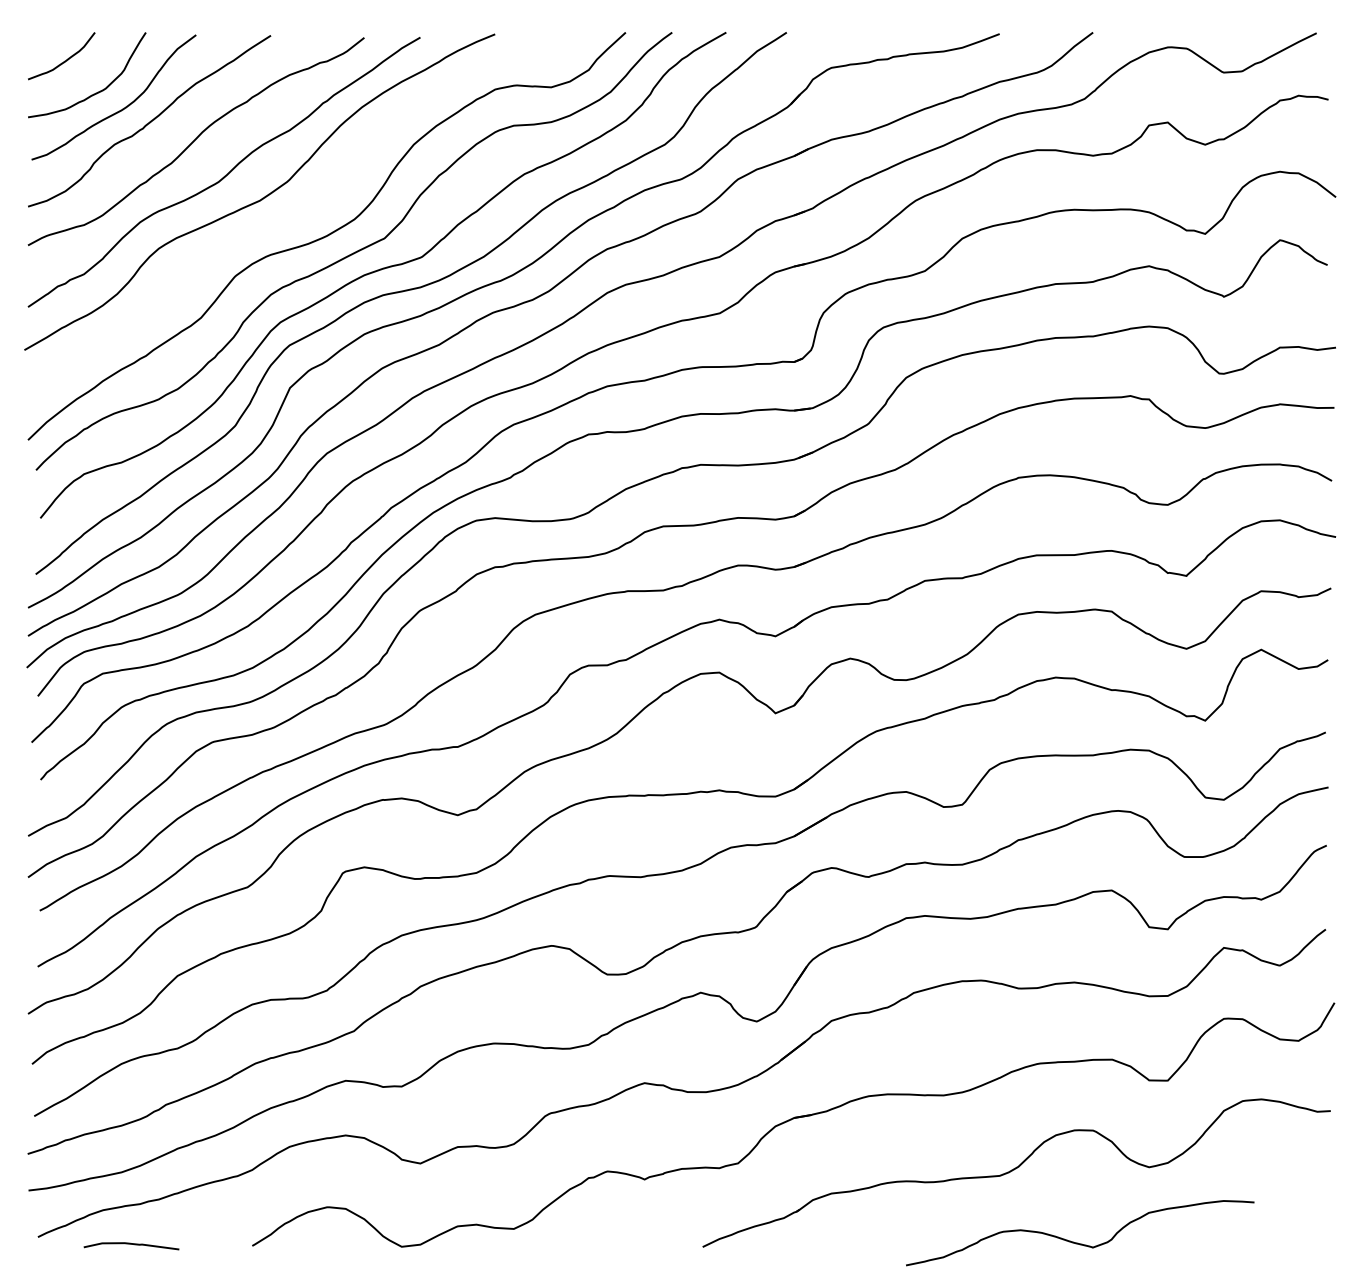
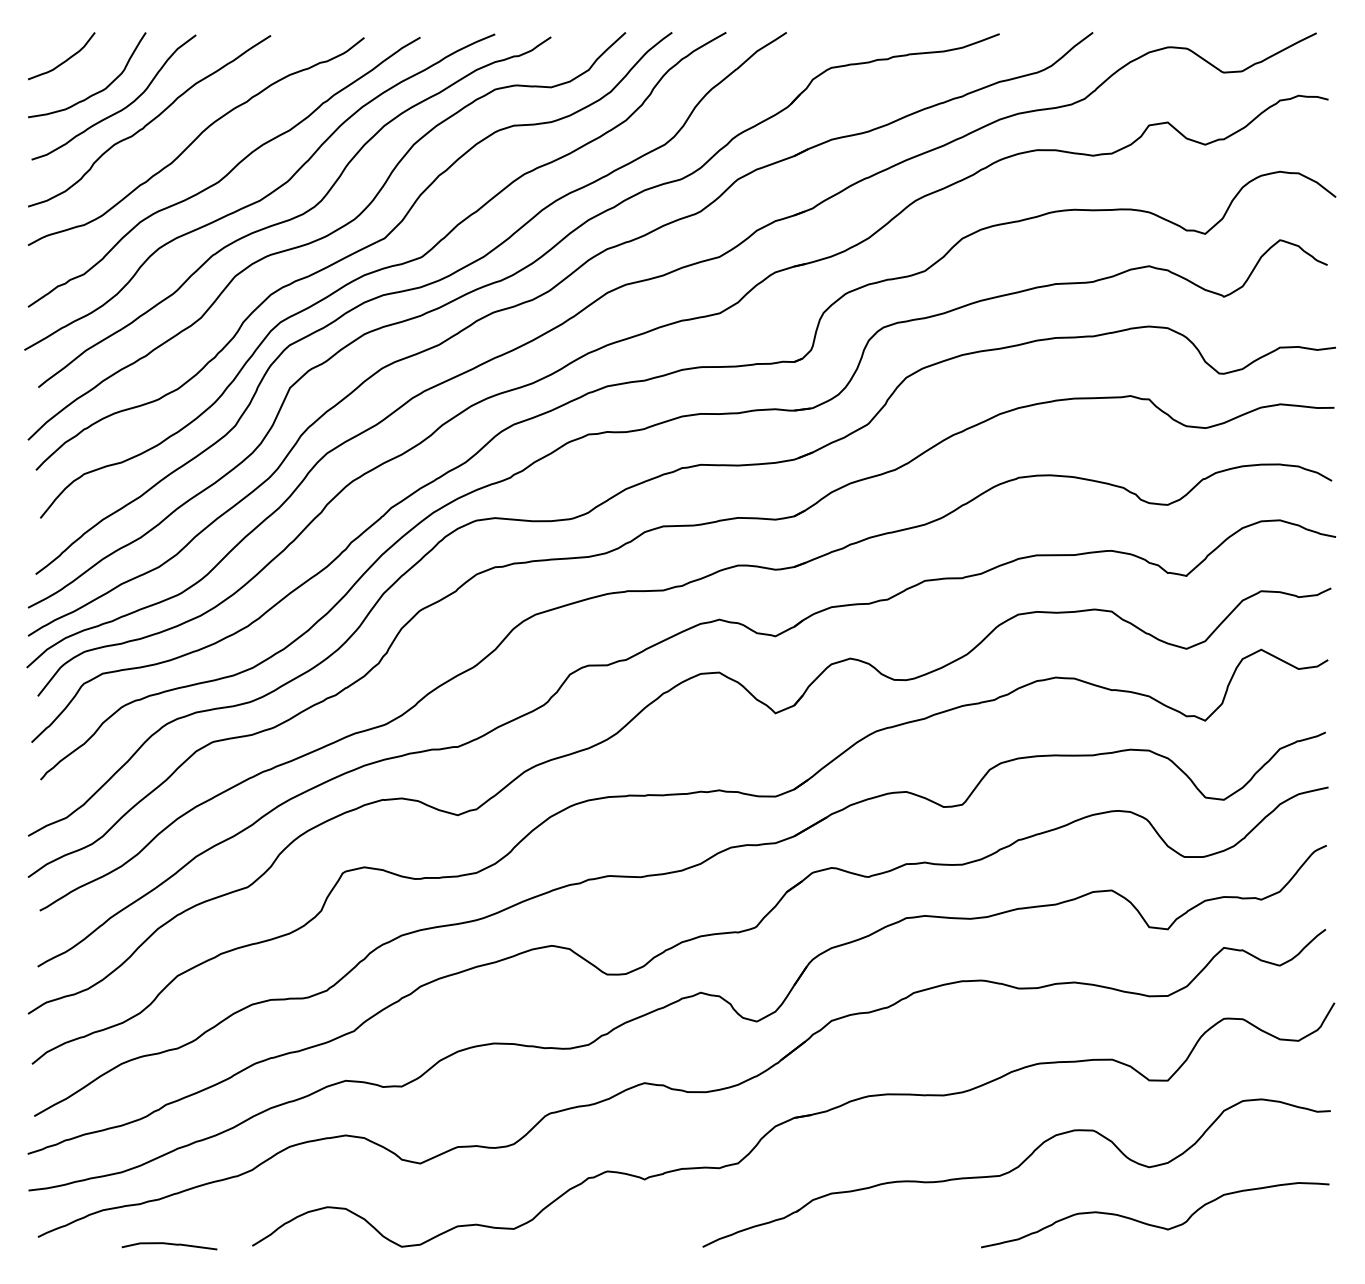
curve at (297, 215): none -> present
curve at (1077, 1242) position: (1077, 1242) -> (1152, 1224)
curve at (131, 1244) position: (131, 1244) -> (169, 1244)
